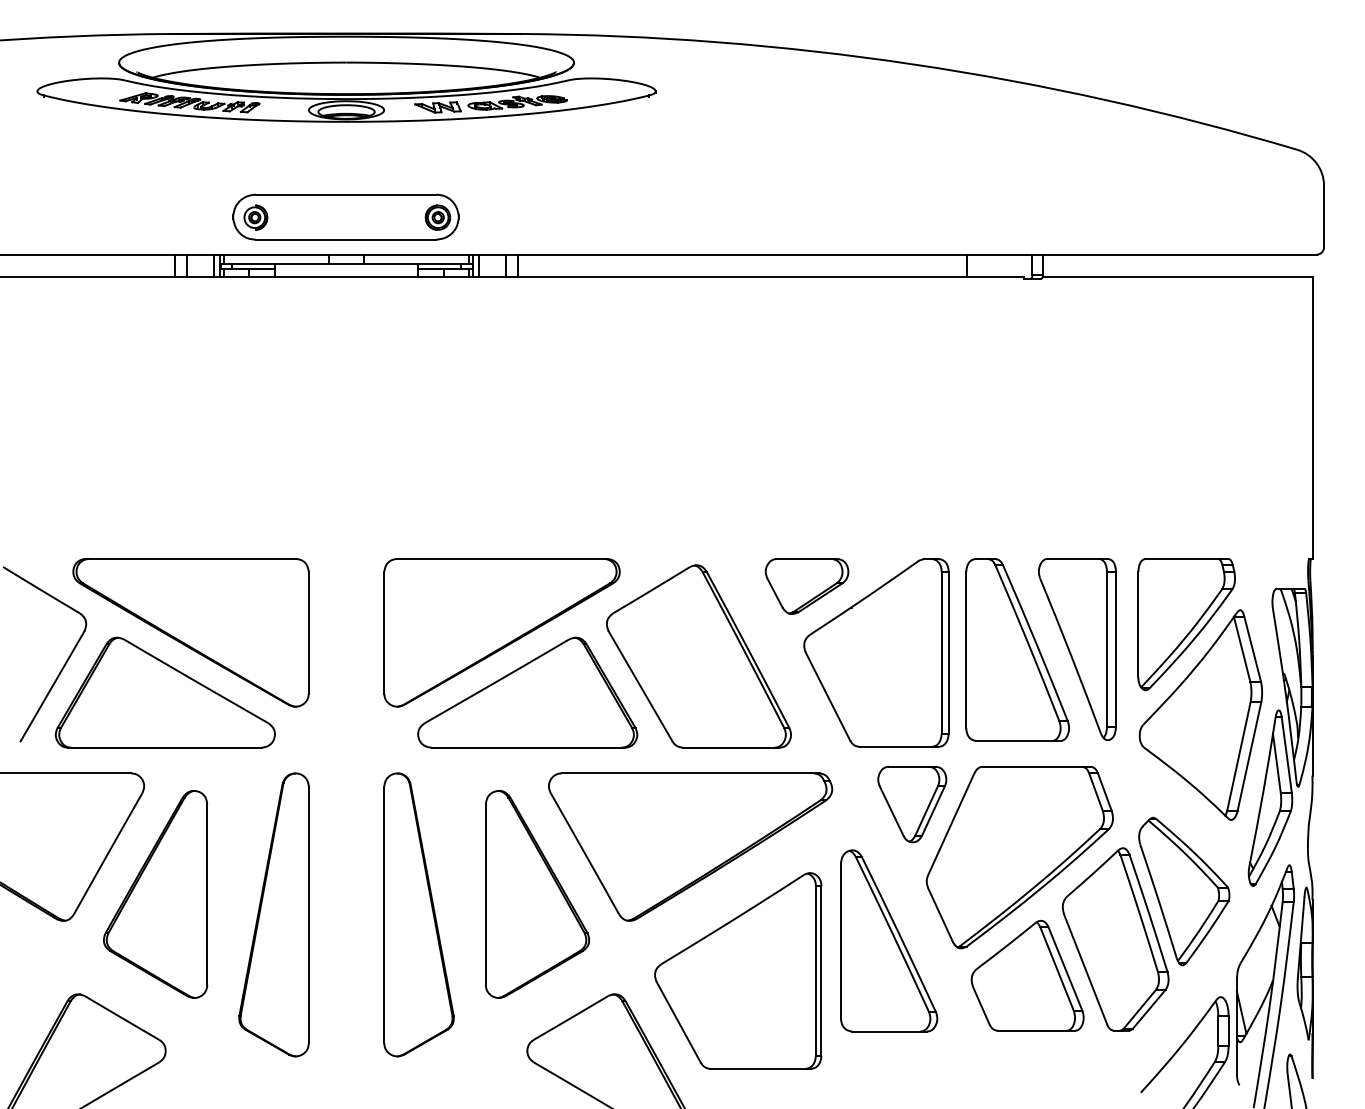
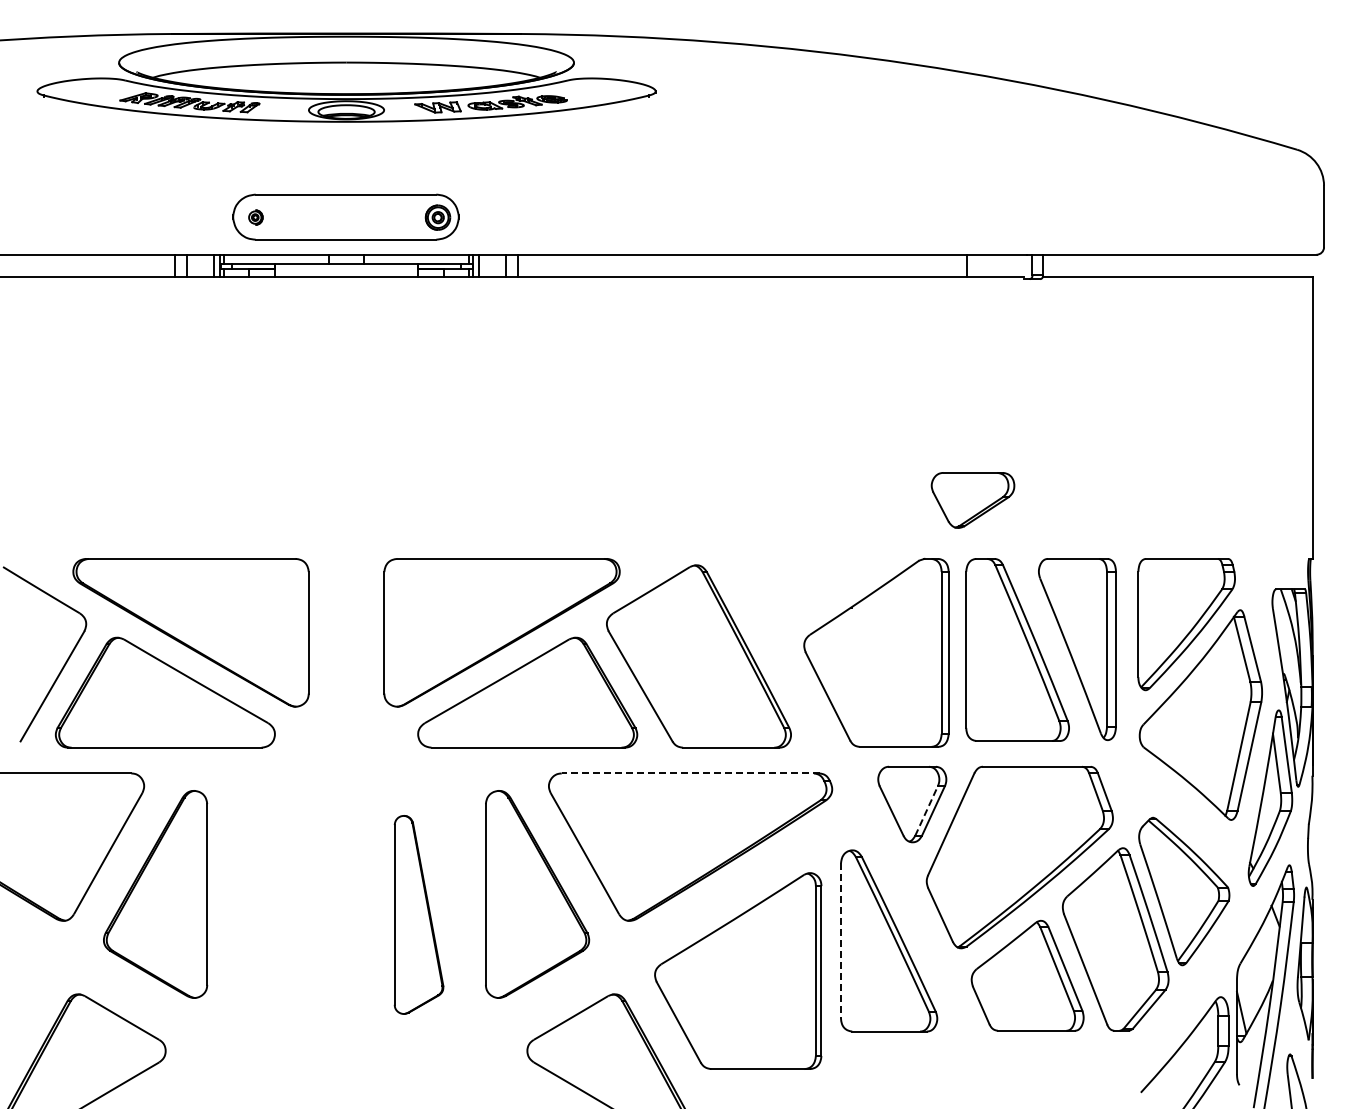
part at (255, 217) size: 26x27 px -> 16x17 px
part at (806, 586) position: (806, 586) -> (972, 500)
line at (690, 773): solid -> dashed
line at (926, 810): solid -> dashed
part at (273, 914): present -> none
part at (418, 914) size: 72x286 px -> 52x200 px
line at (840, 941): solid -> dashed
